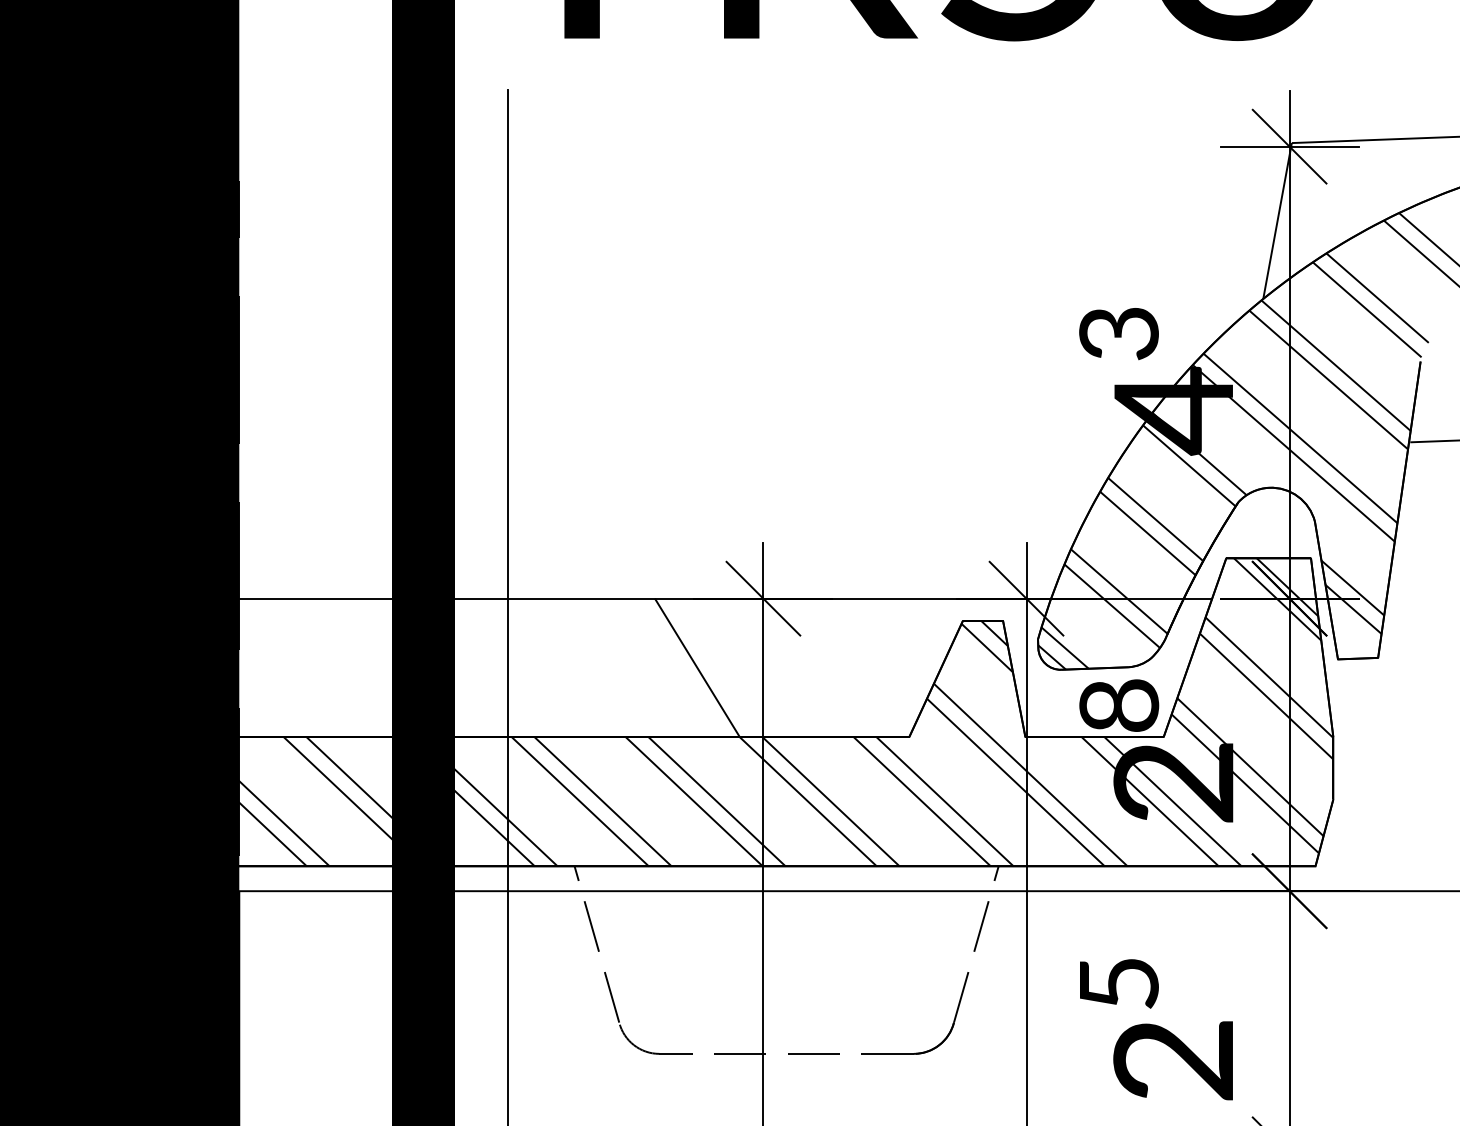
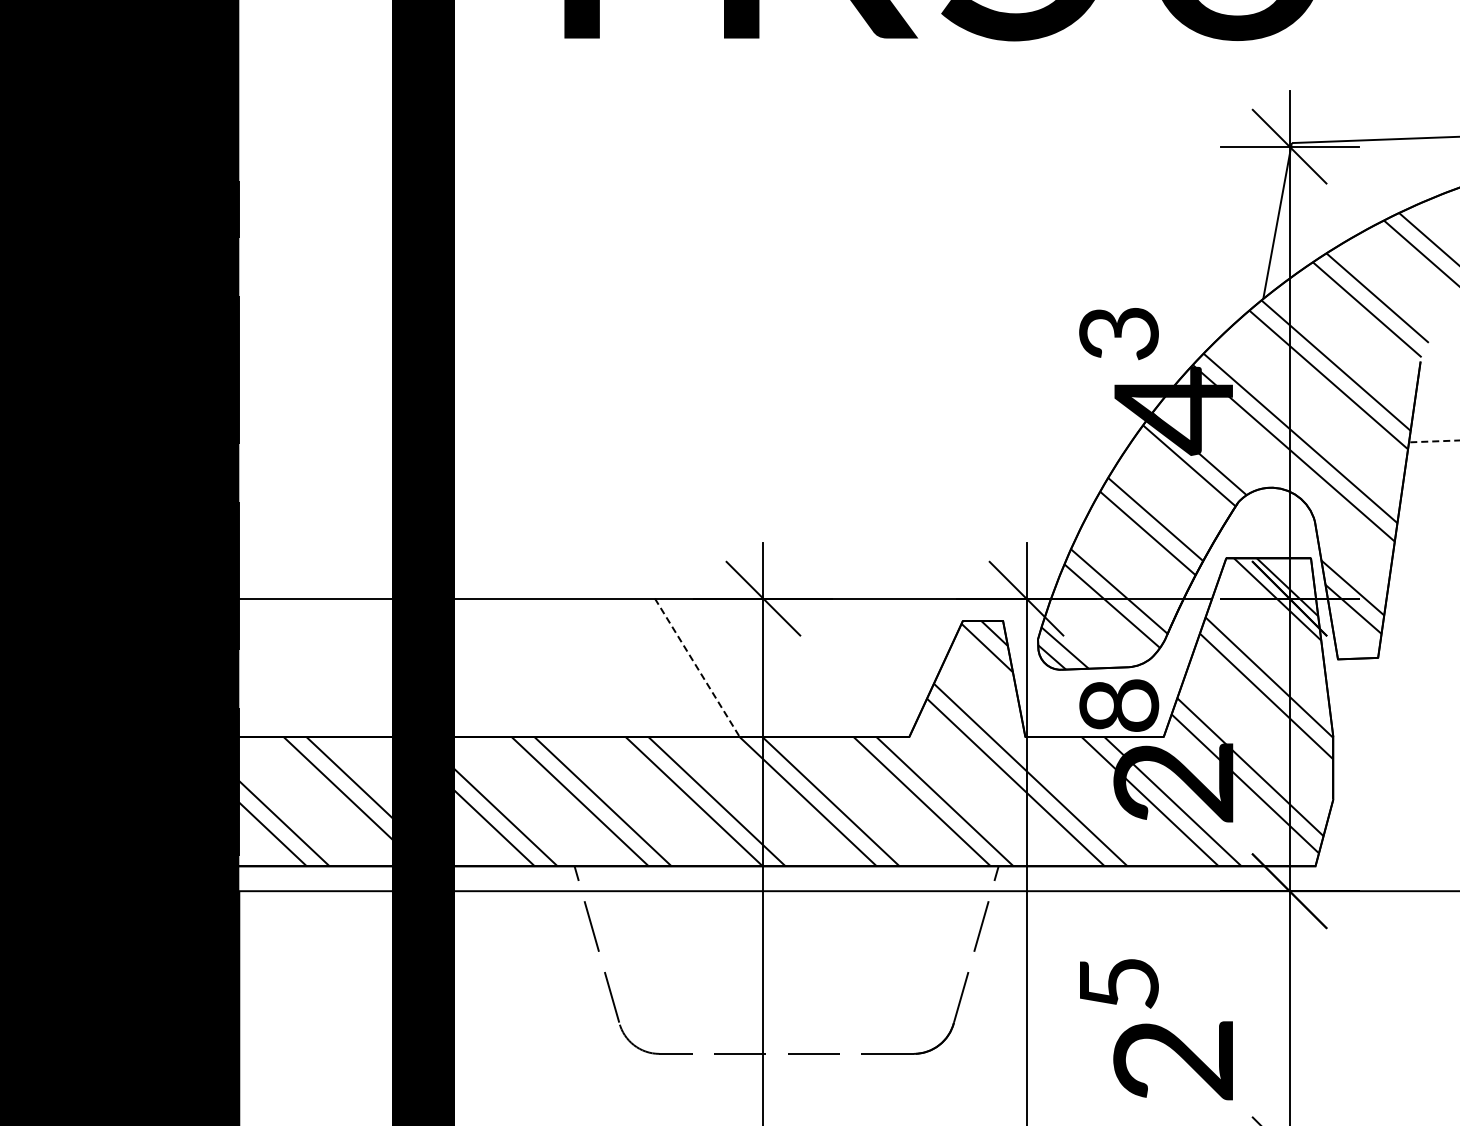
line at (1435, 441): solid -> dashed
line at (507, 606): present -> none
line at (697, 668): solid -> dashed
